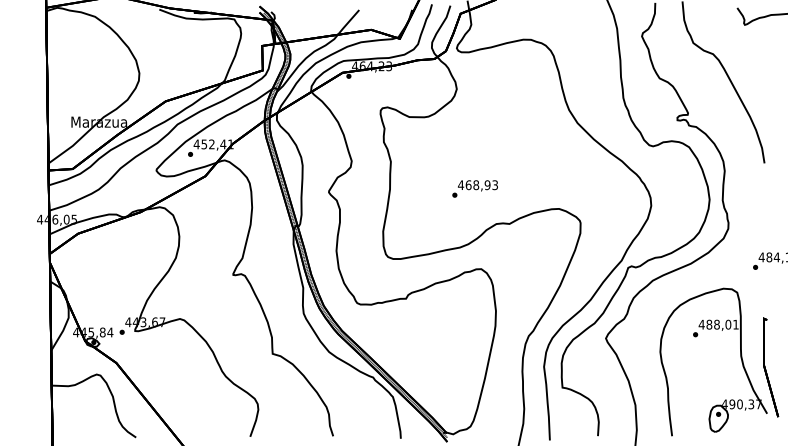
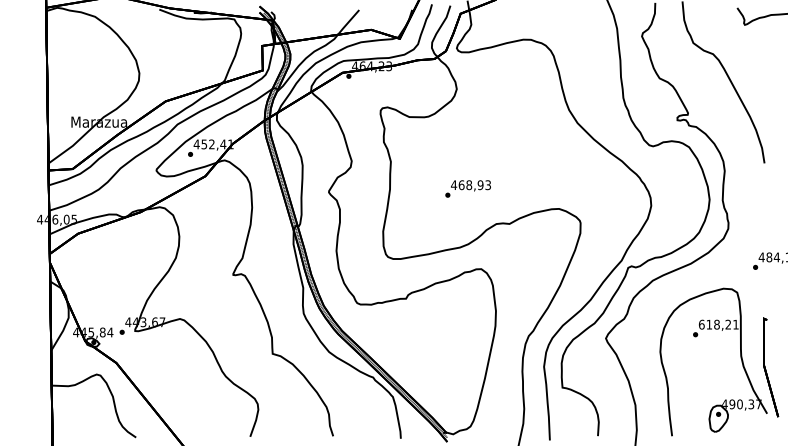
text at (474, 188) position: (474, 188) -> (467, 188)
text at (714, 324): 488,01 -> 618,21
